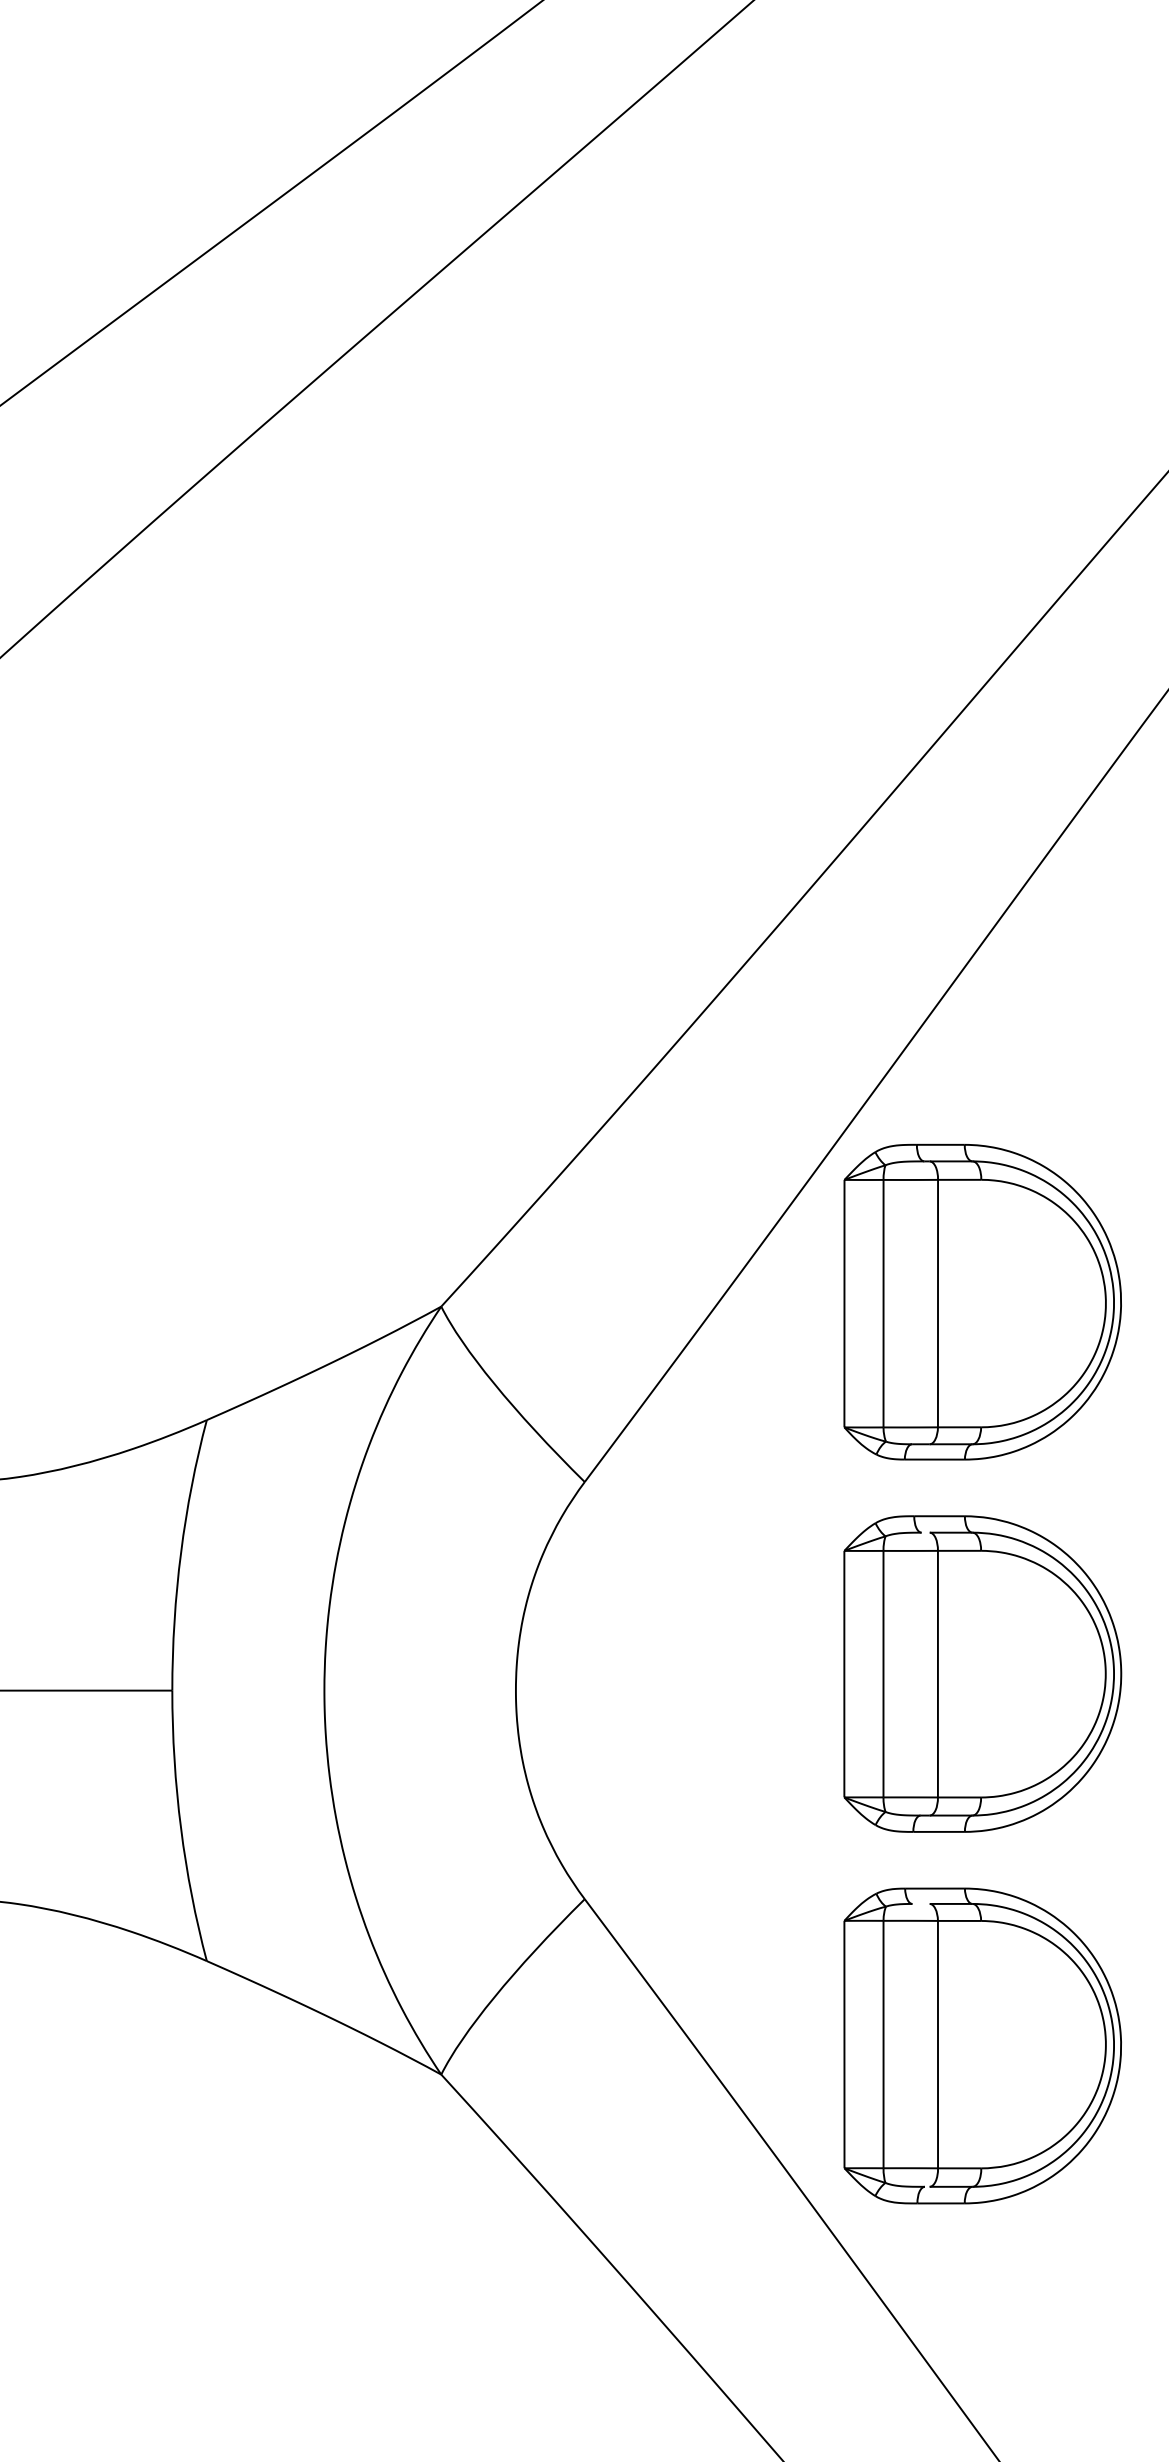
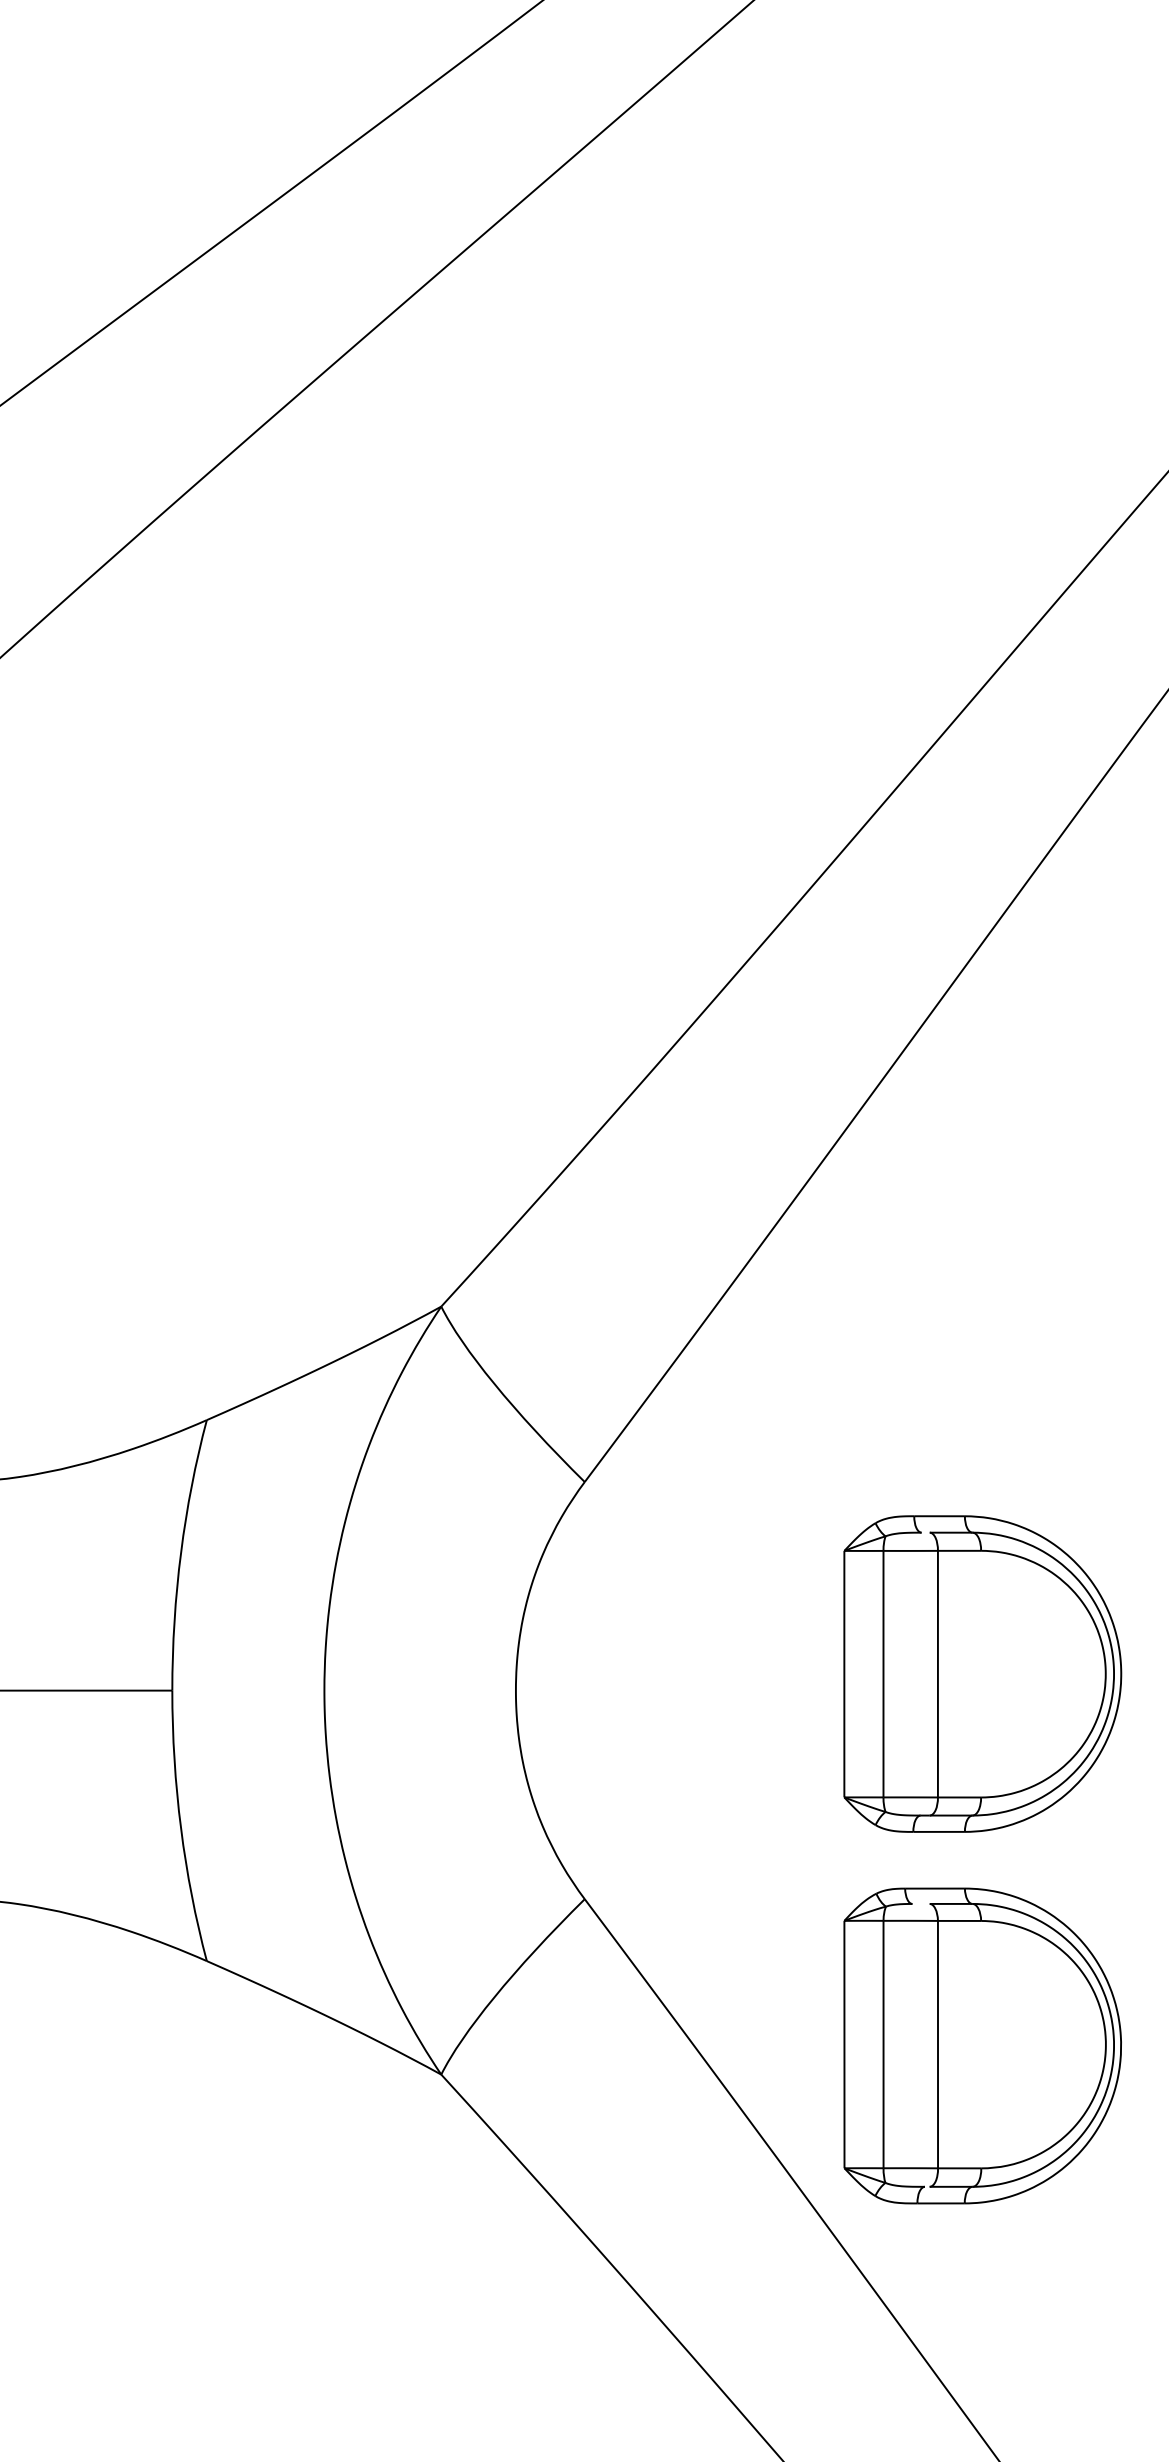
part at (982, 1301): present -> none
